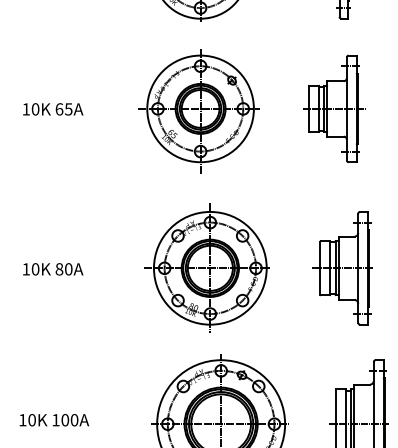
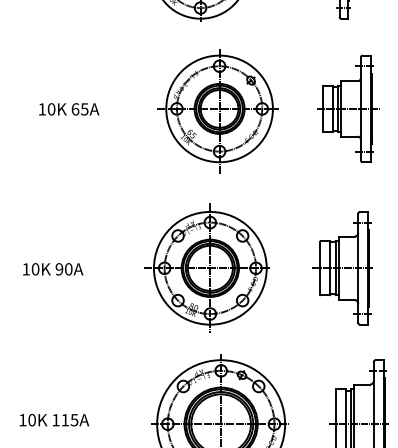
part at (334, 108) position: (334, 108) -> (348, 108)
text at (53, 109) position: (53, 109) -> (69, 109)
part at (198, 111) position: (198, 111) -> (217, 111)
text at (59, 269): 80A -> 90A
text at (69, 420): 100A -> 115A
